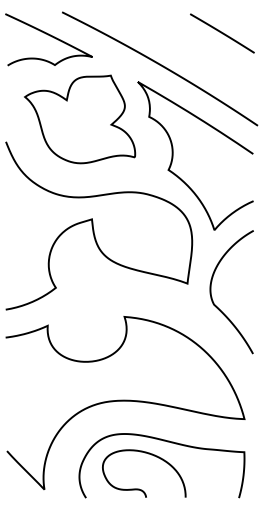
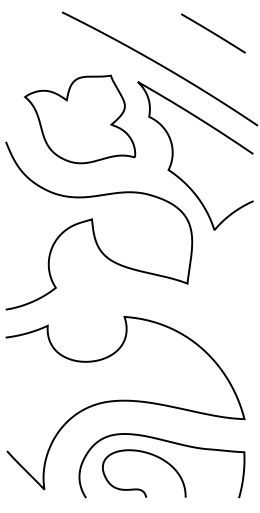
line at (222, 33) position: (222, 33) -> (213, 33)
curve at (49, 36): present -> none
curve at (212, 296): present -> none
